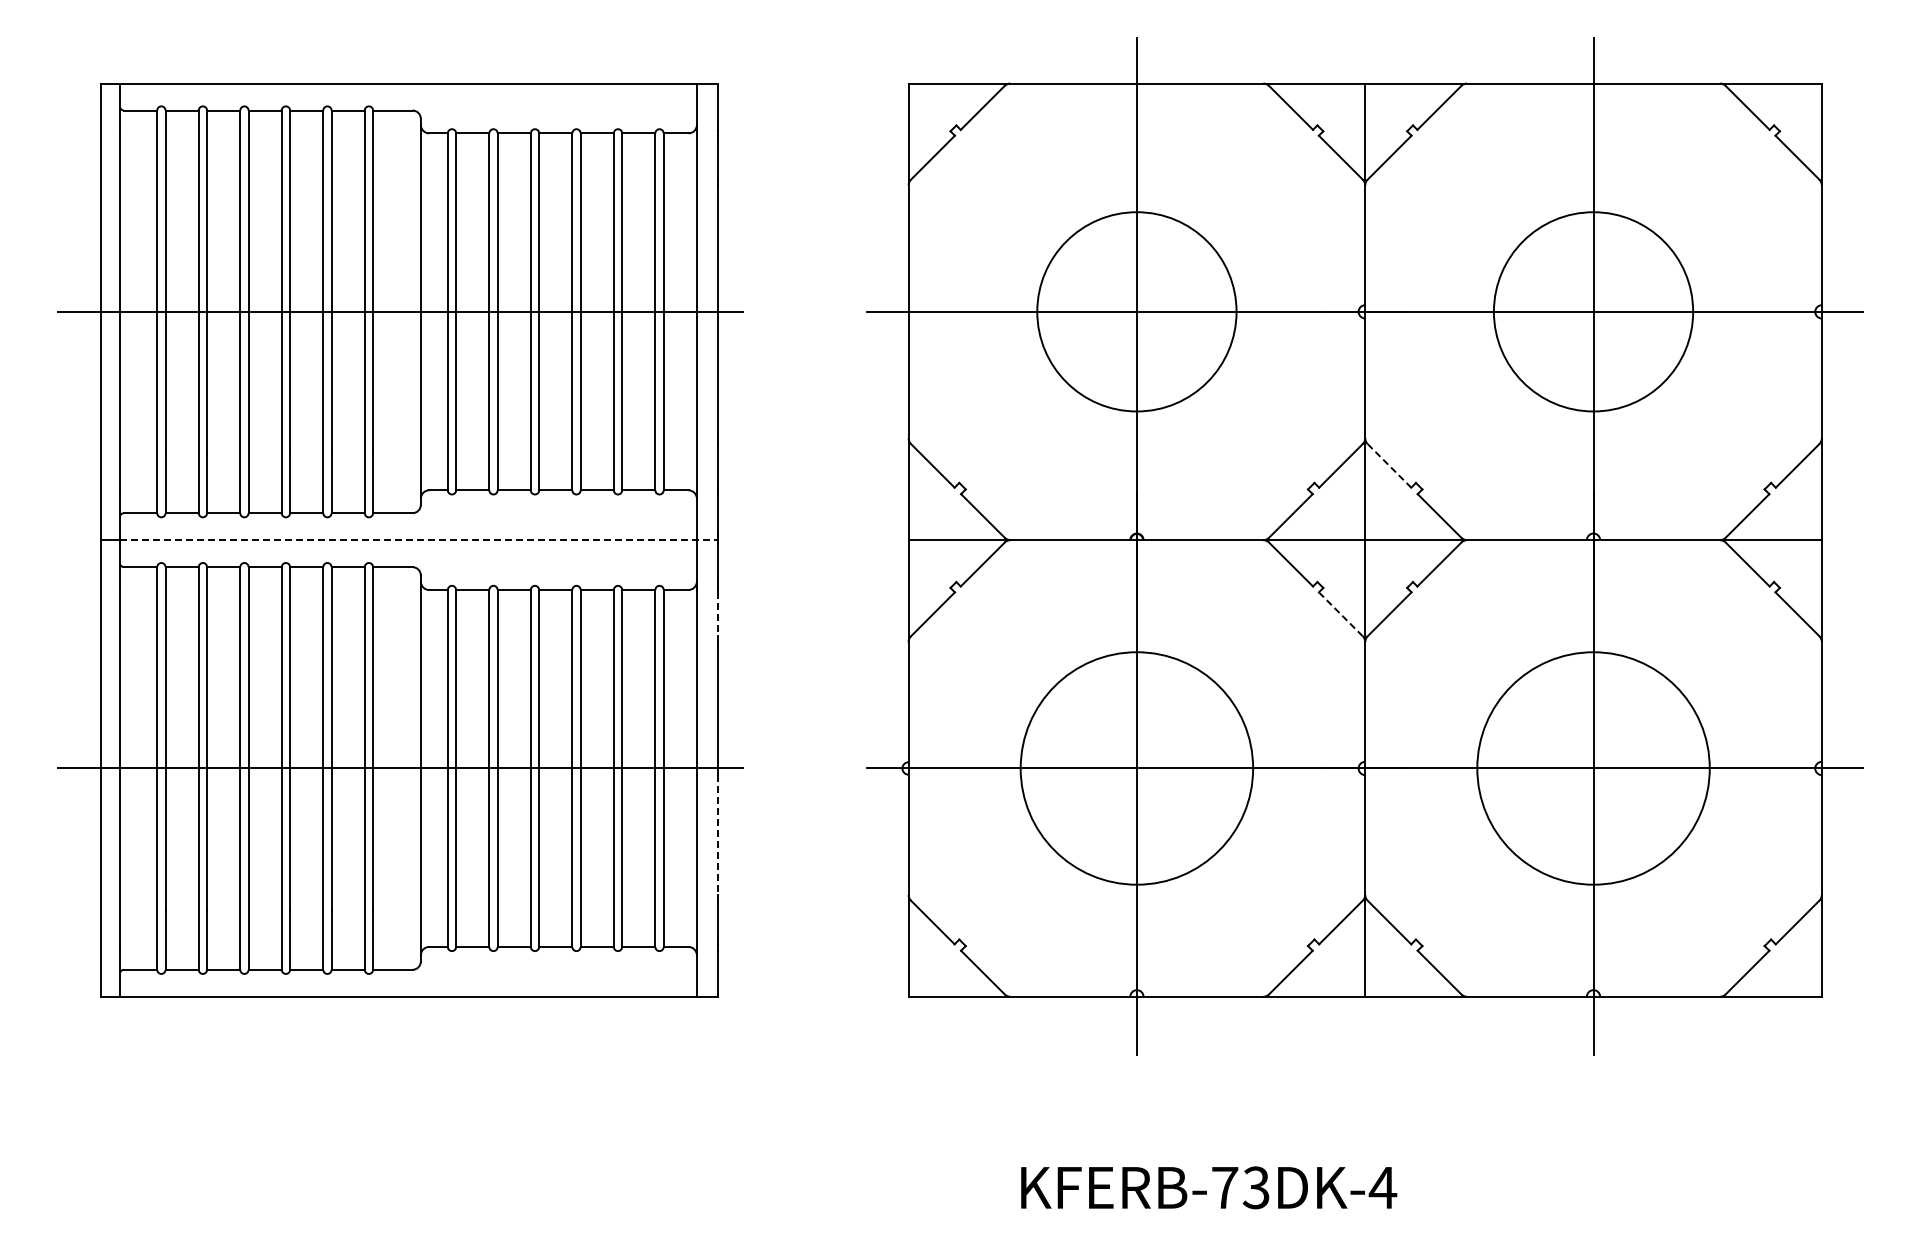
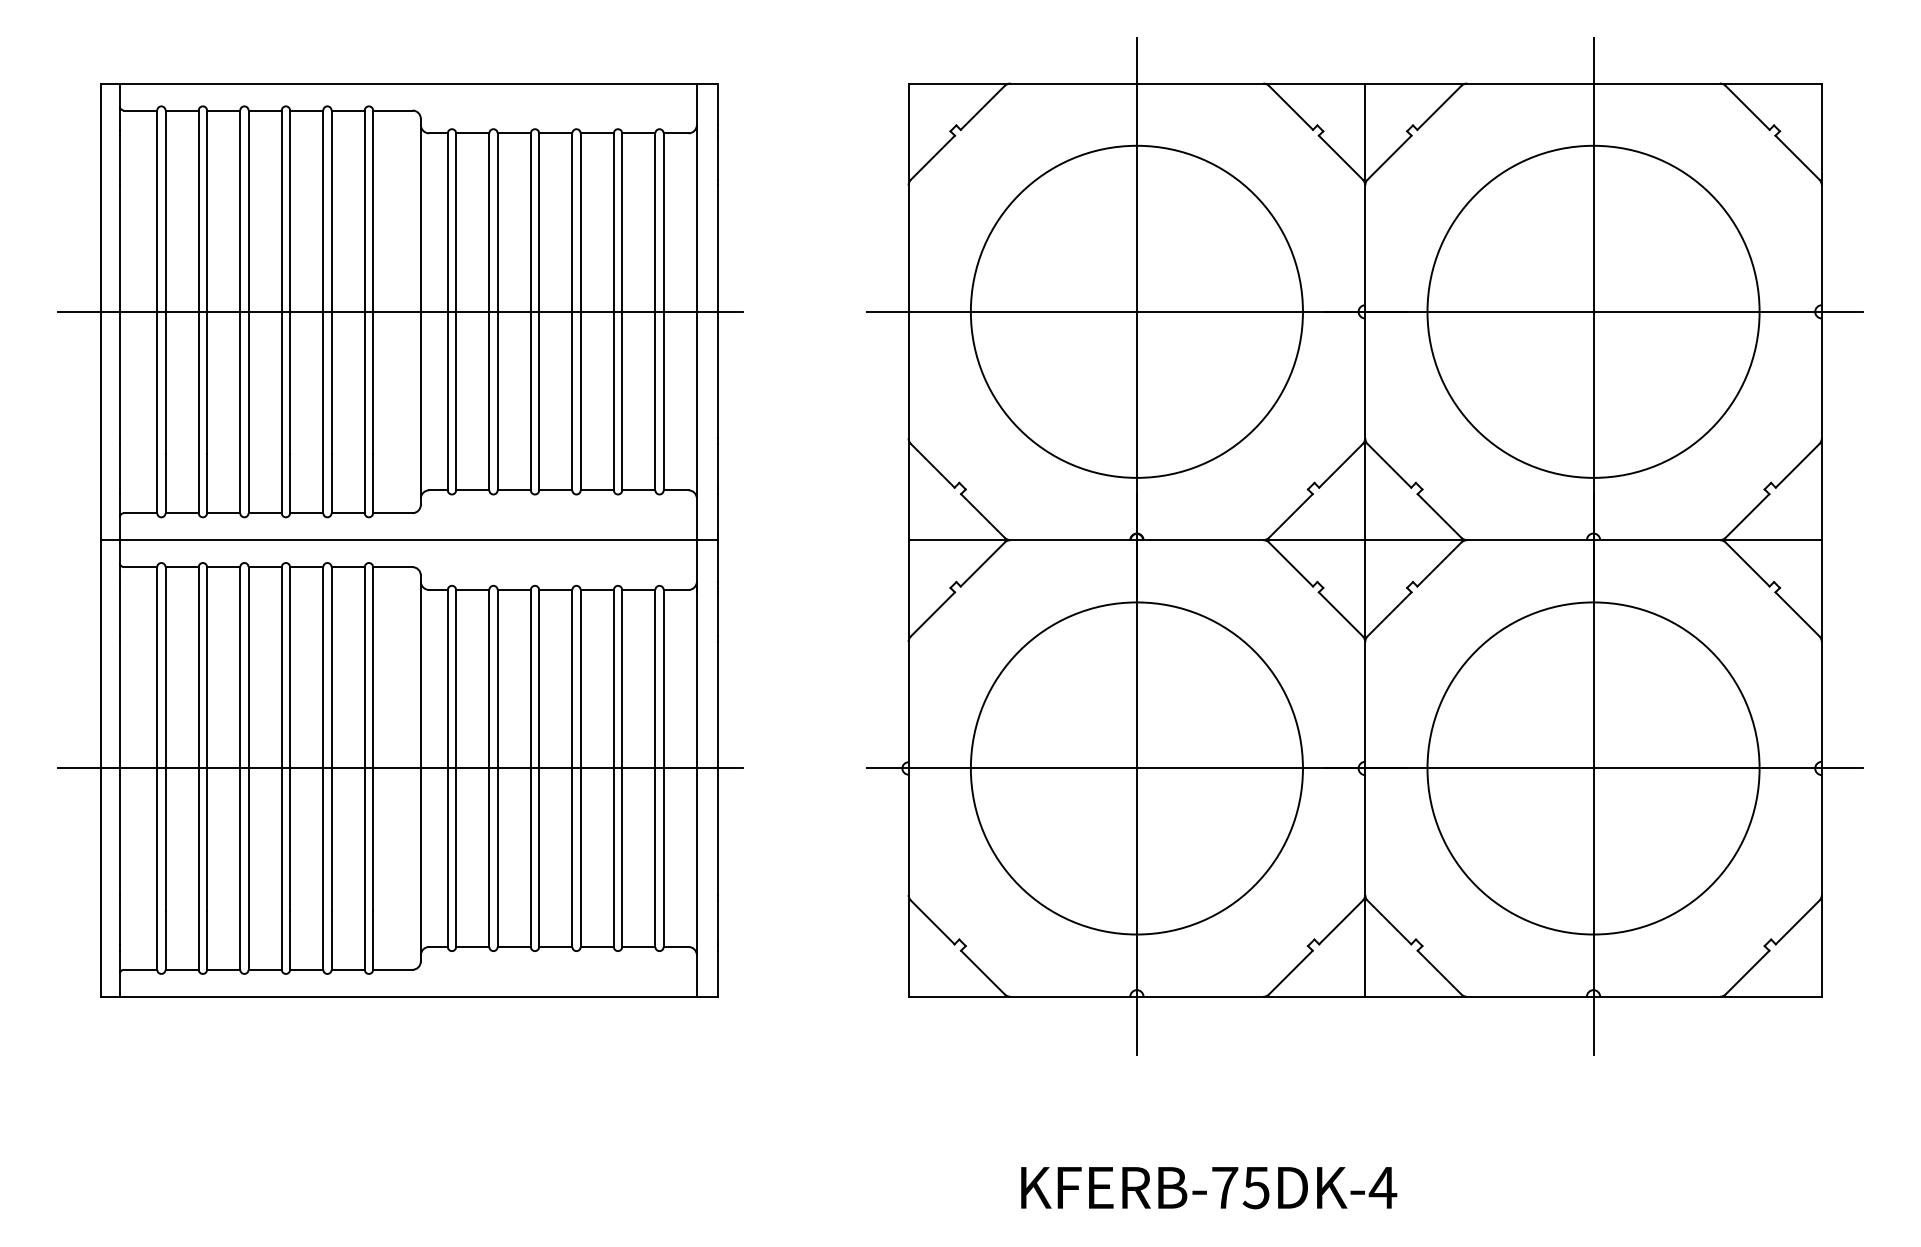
circle at (1136, 311) diameter: 199 px -> 332 px
circle at (1593, 311) diameter: 199 px -> 332 px
line at (1389, 465): dashed -> solid
line at (418, 540): dashed -> solid
line at (1340, 613): dashed -> solid
line at (717, 614): dashed -> solid
circle at (1136, 768) diameter: 232 px -> 332 px
circle at (1593, 768) diameter: 232 px -> 332 px
line at (717, 835): dashed -> solid
text at (1256, 1187): KFERB-73DK-4 -> KFERB-75DK-4
